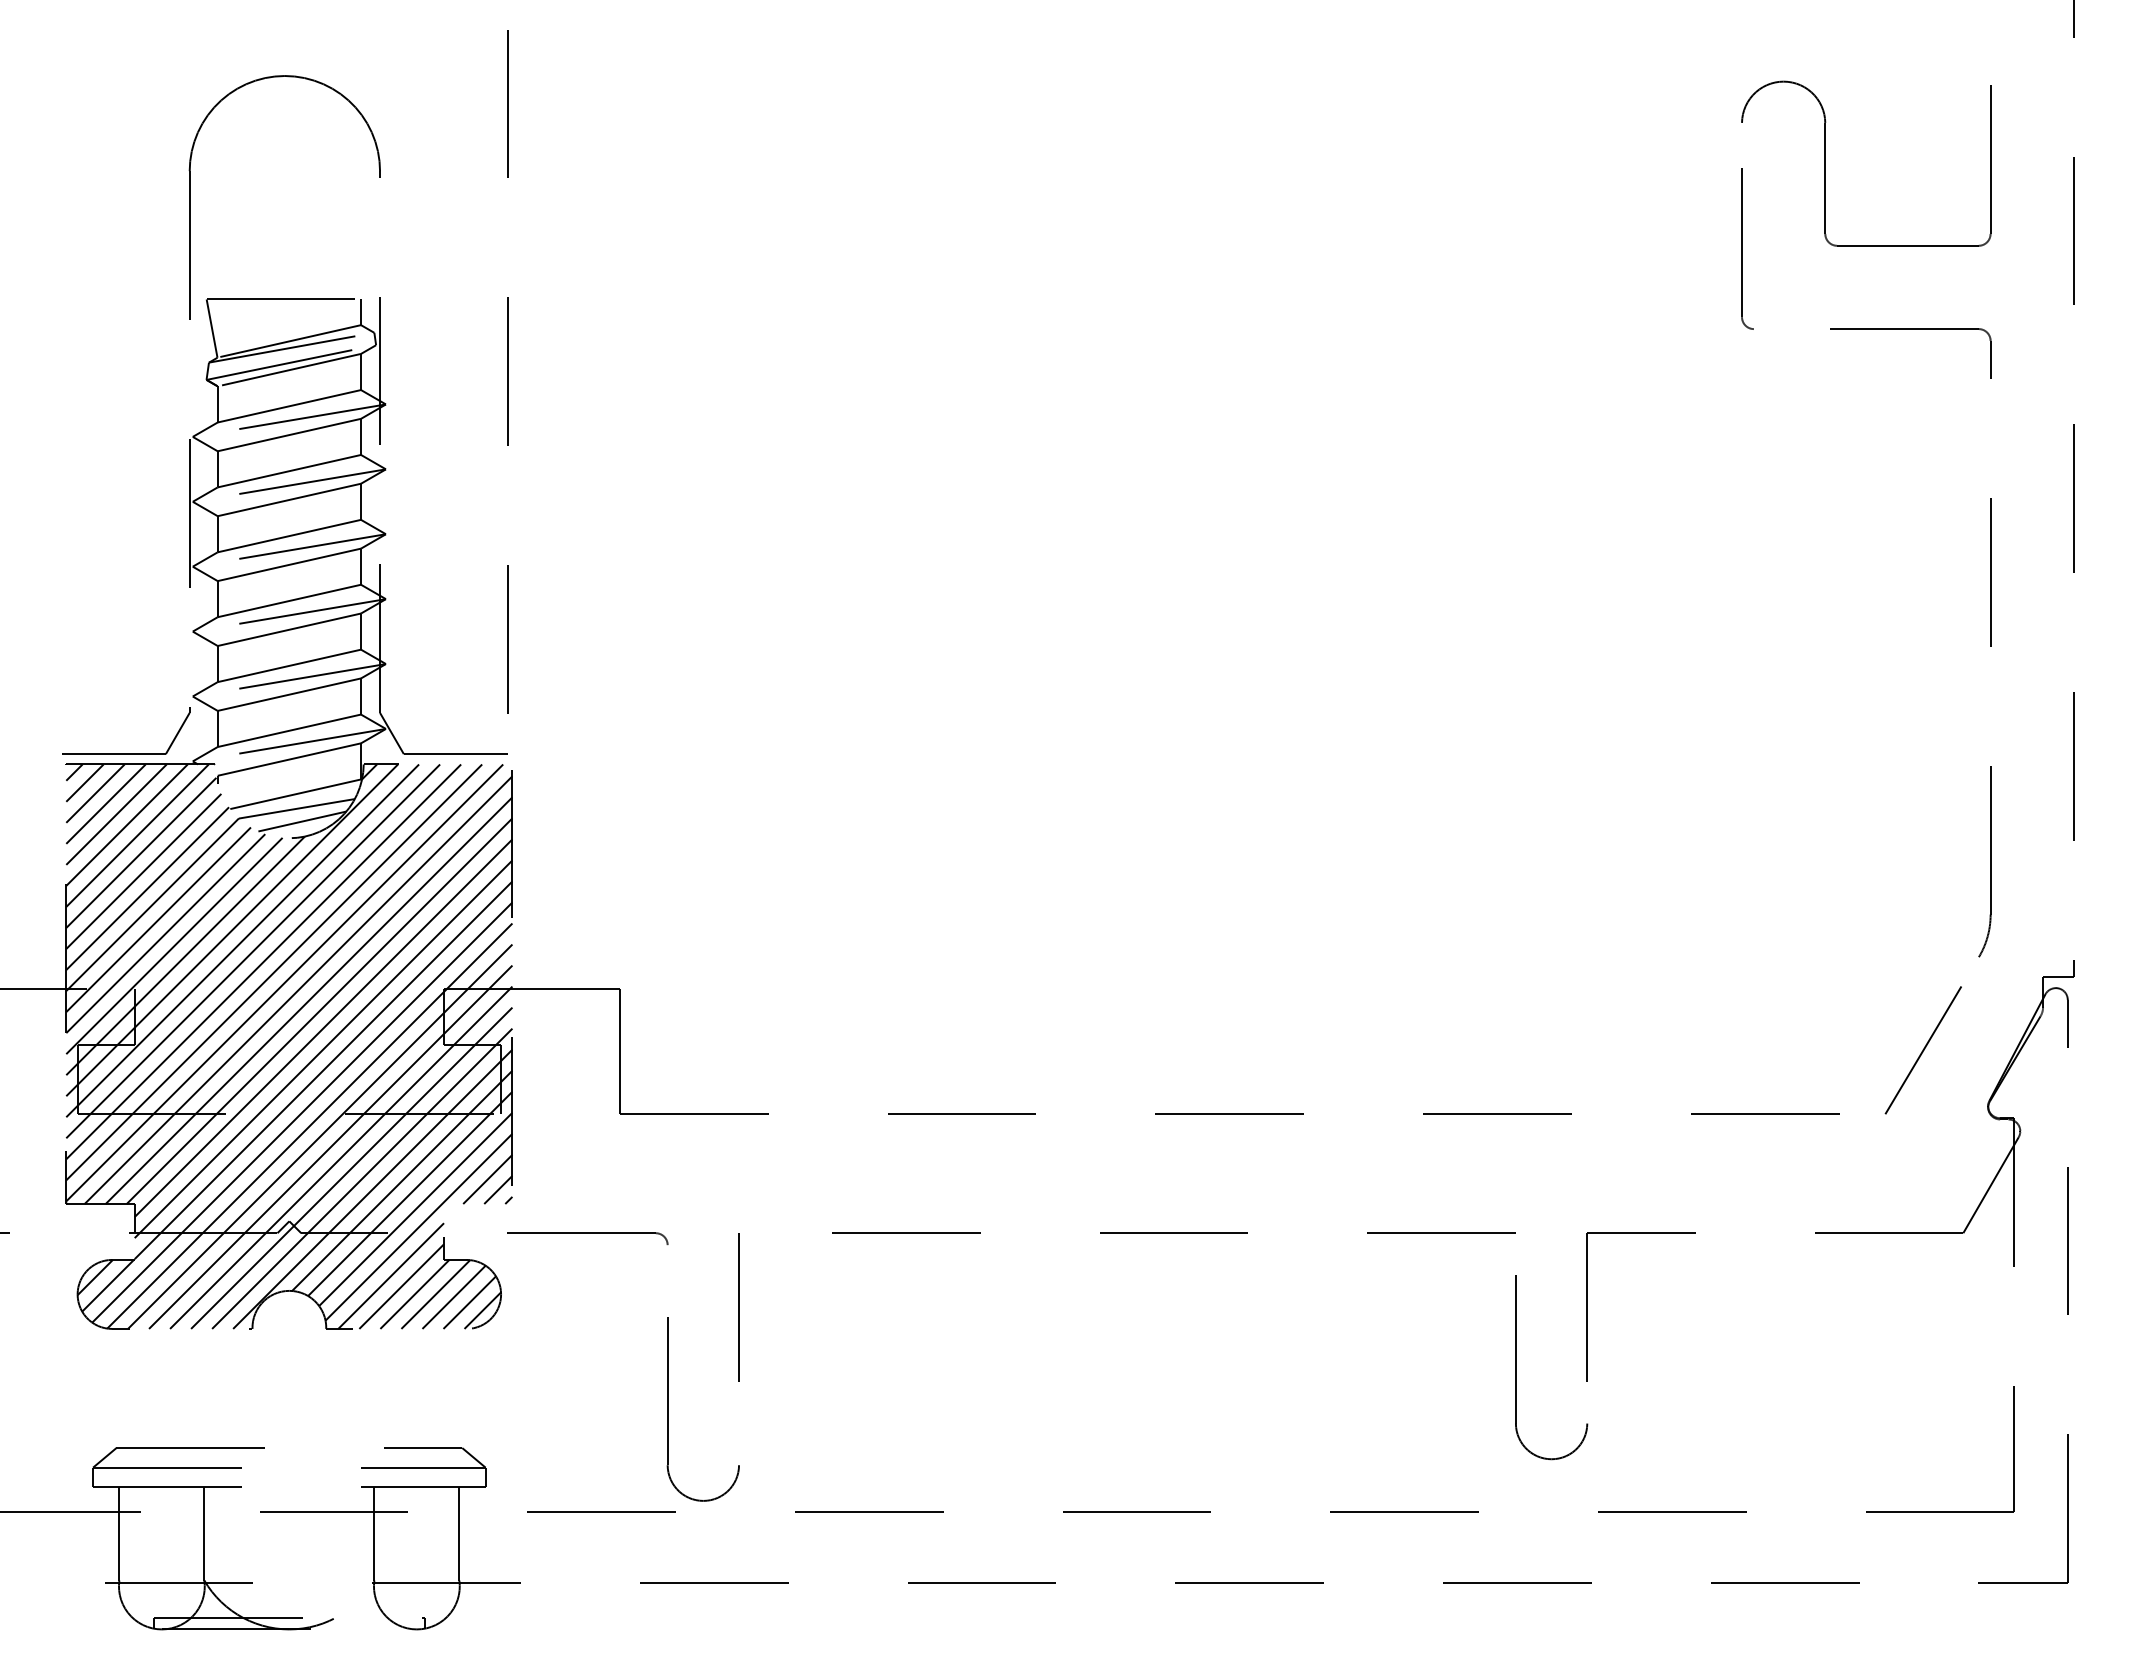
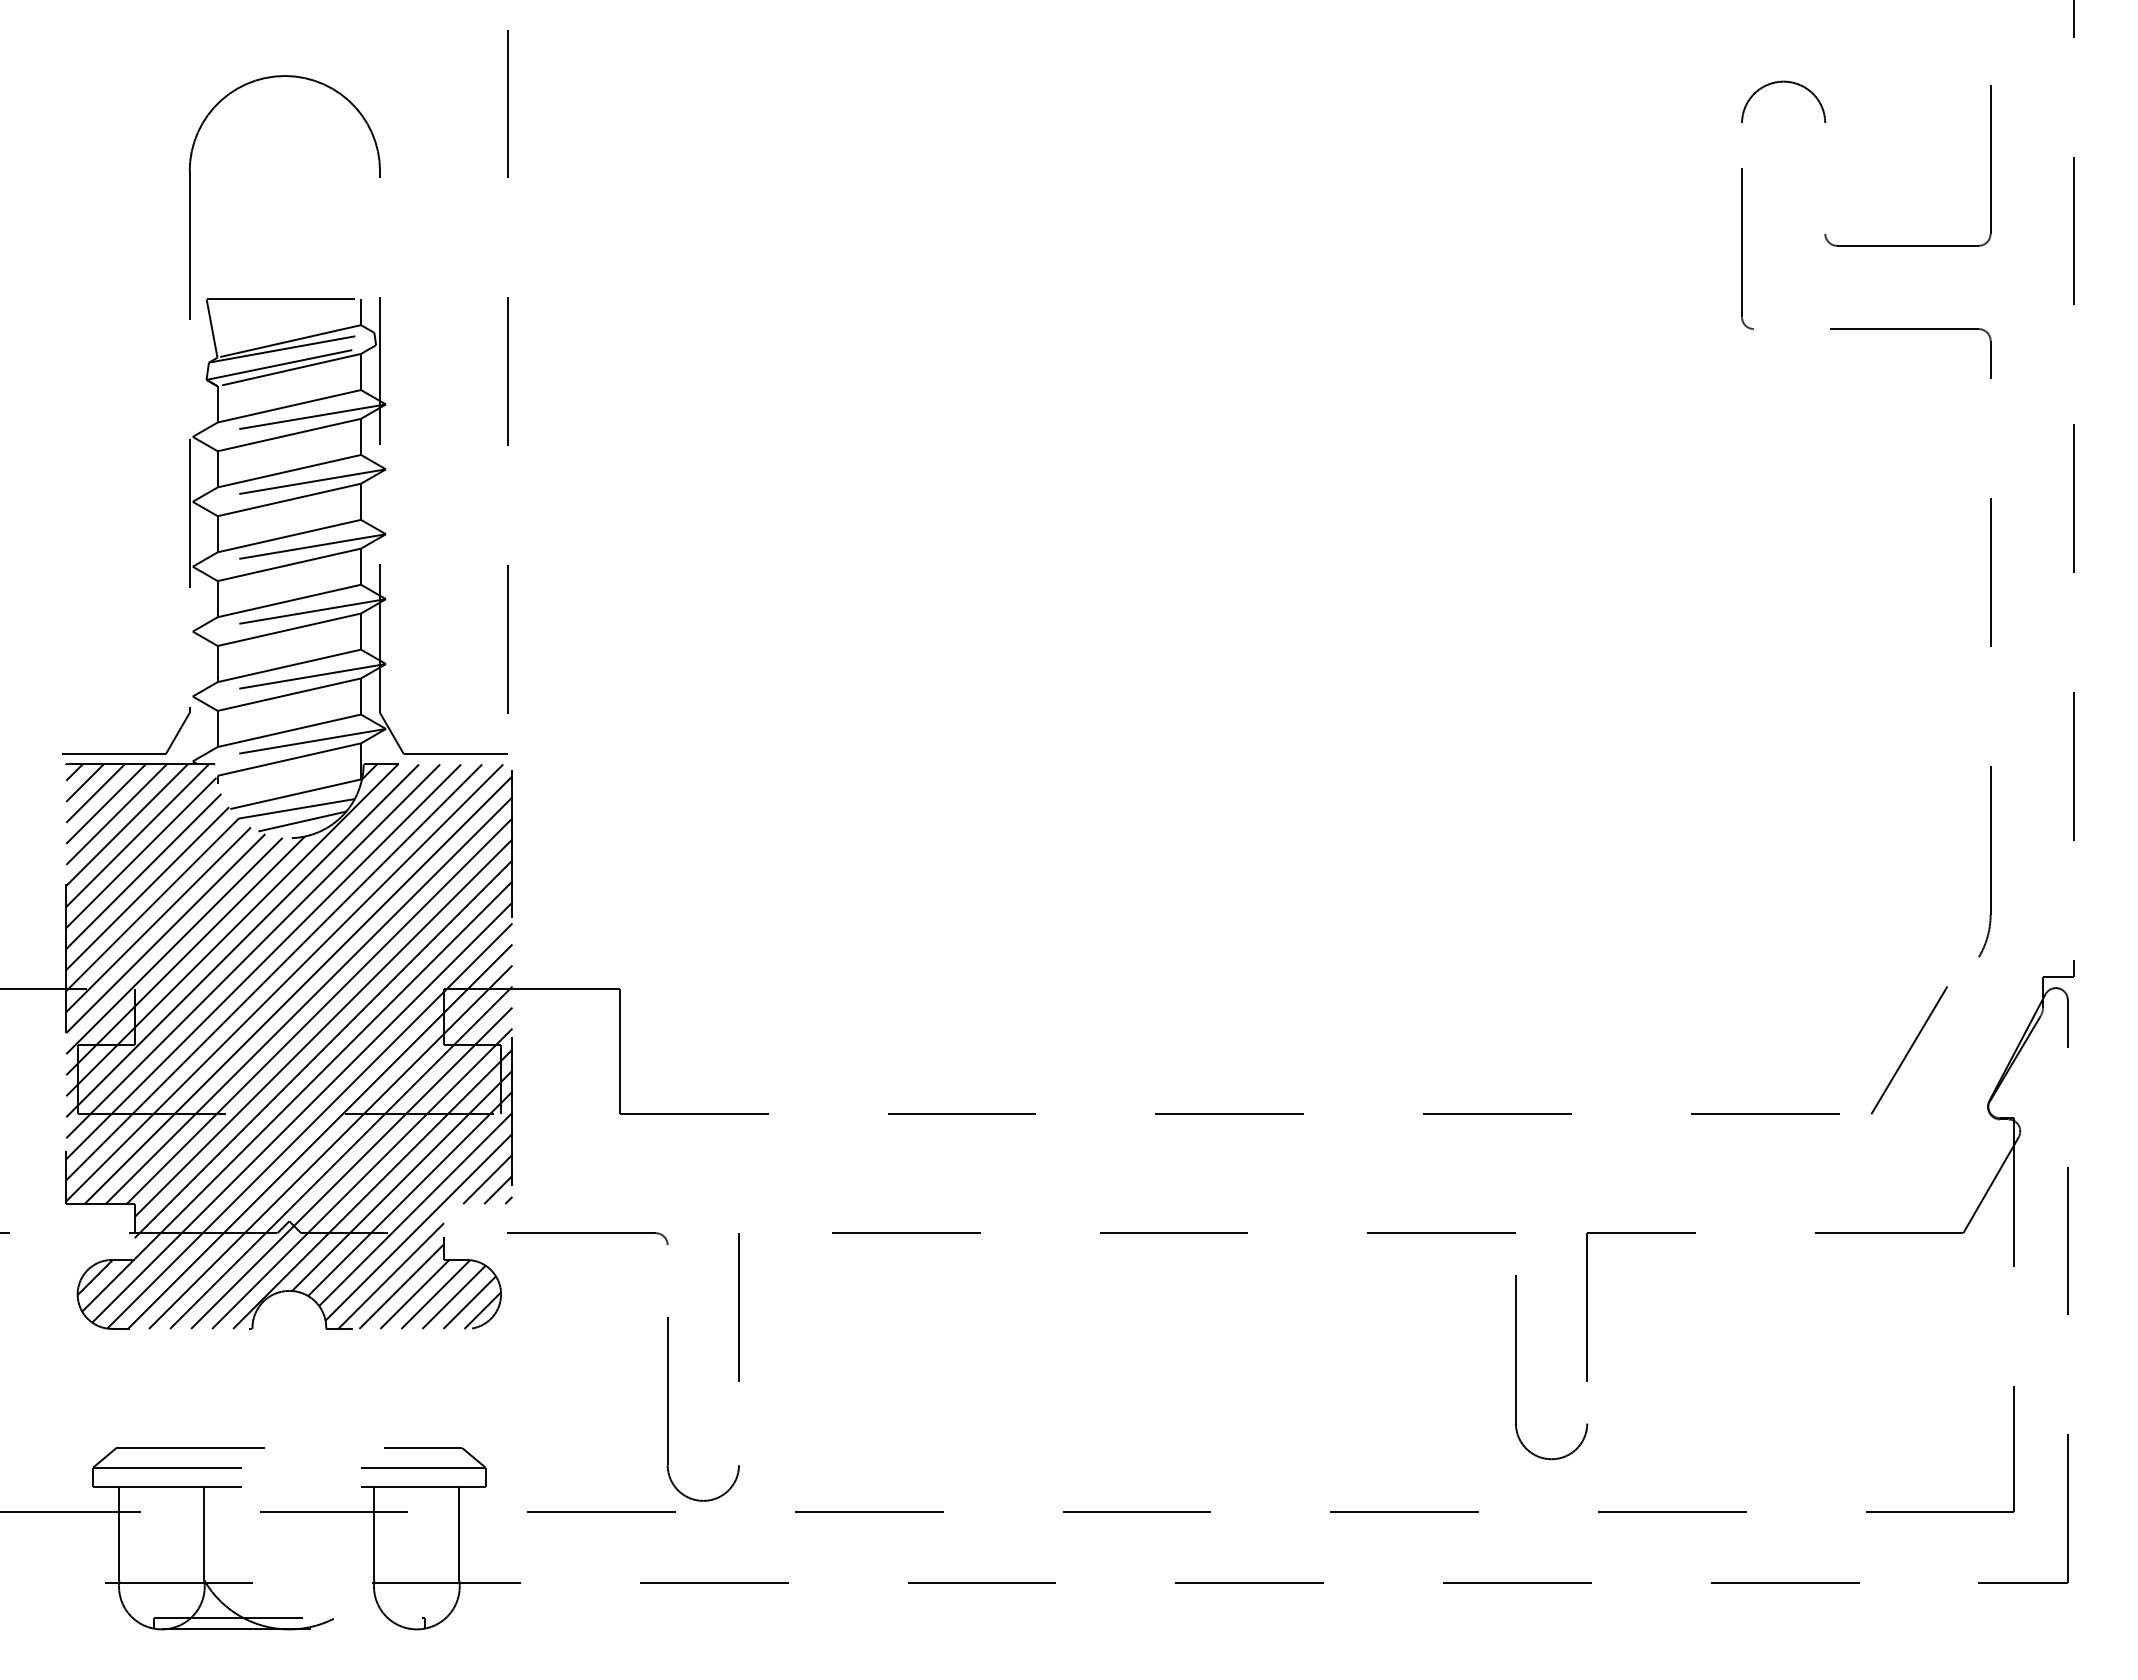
line at (1825, 177): present -> none
line at (1922, 1050) position: (1922, 1050) -> (1908, 1050)
